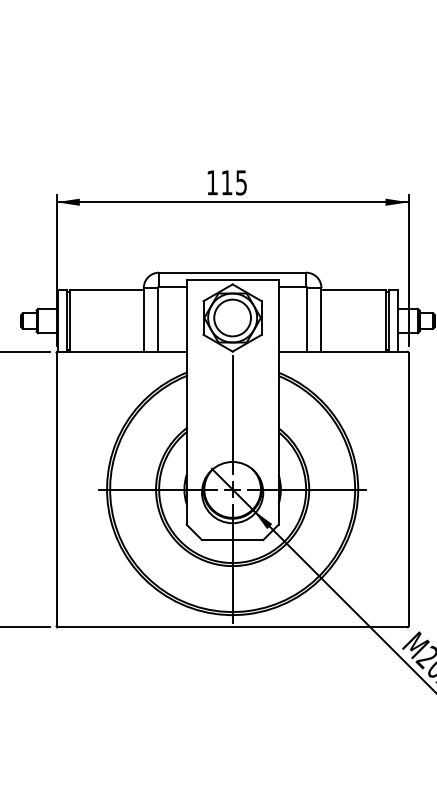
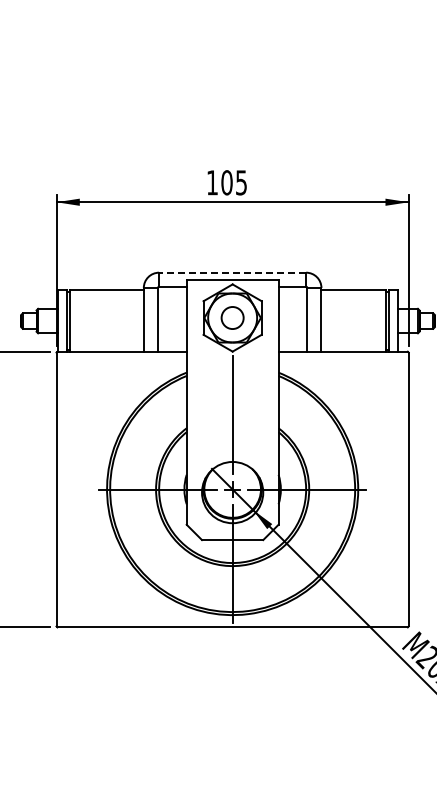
text at (226, 182): 115 -> 105
line at (232, 272): solid -> dashed
circle at (232, 317) diameter: 37 px -> 22 px
